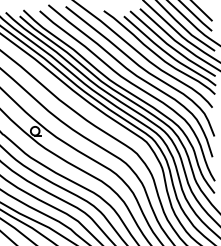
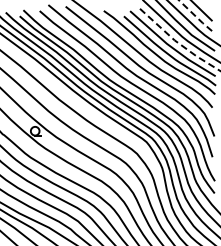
line at (195, 16): solid -> dashed
line at (177, 42): solid -> dashed
